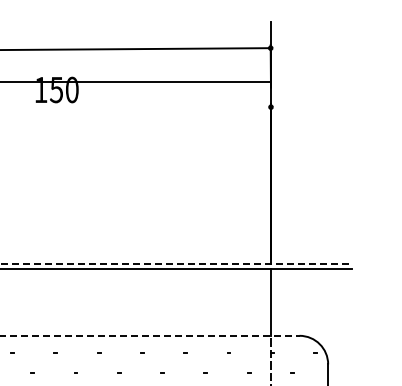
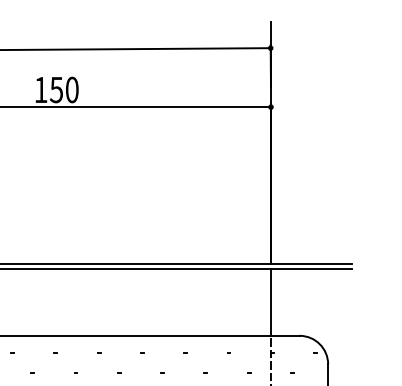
line at (136, 82) position: (136, 82) -> (136, 107)
line at (176, 264): dashed -> solid
line at (149, 335): dashed -> solid
